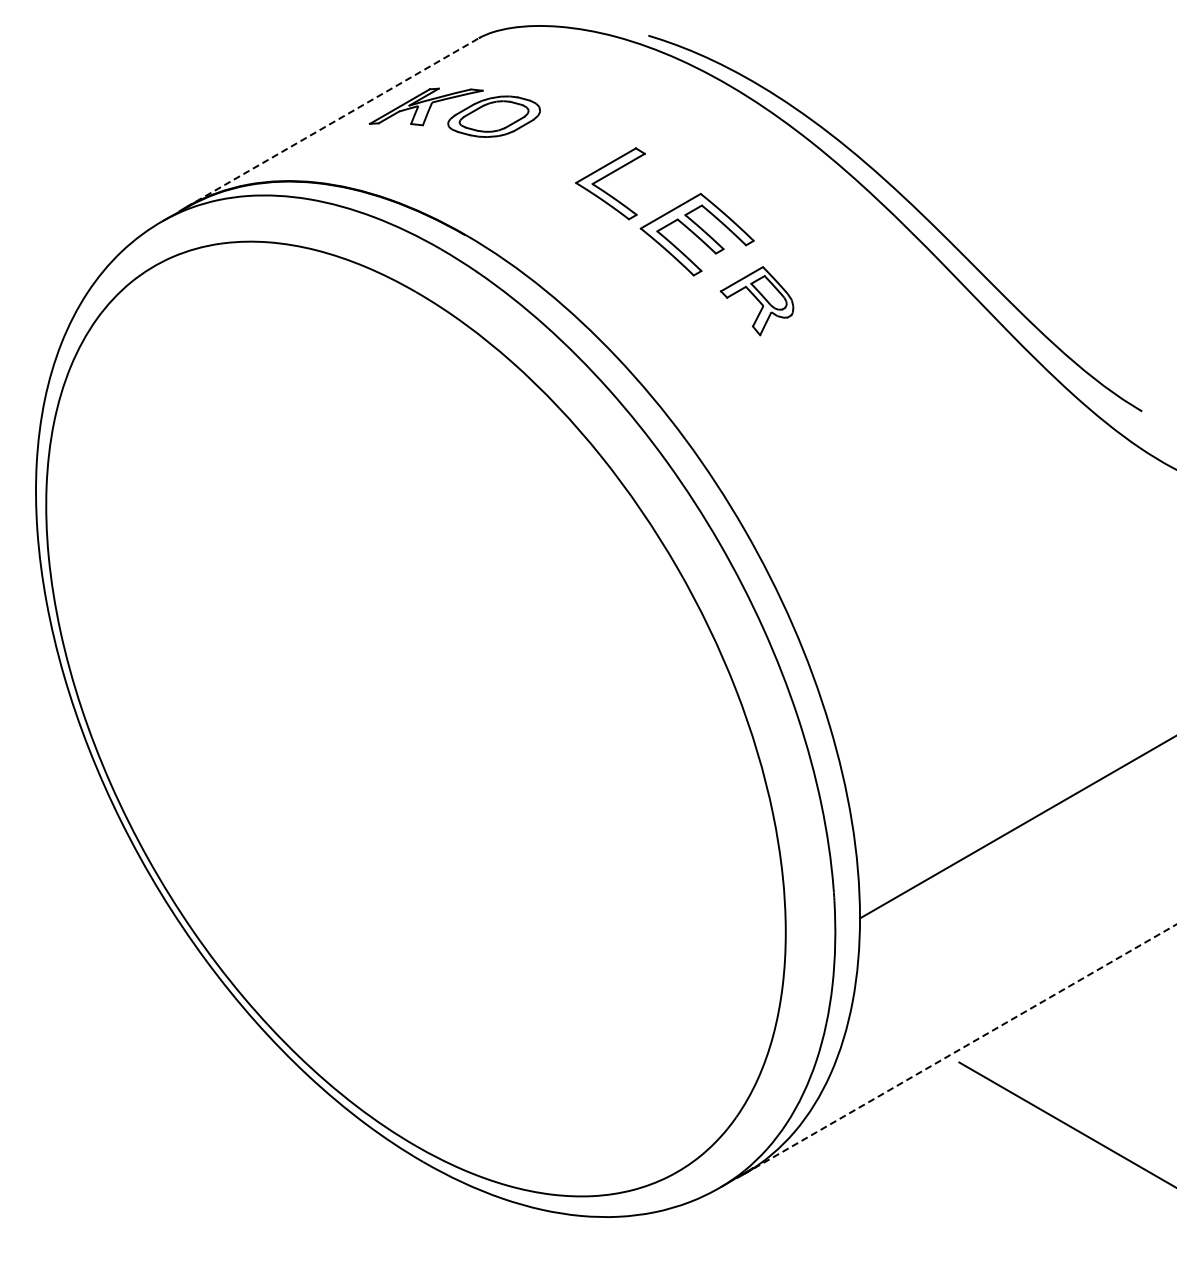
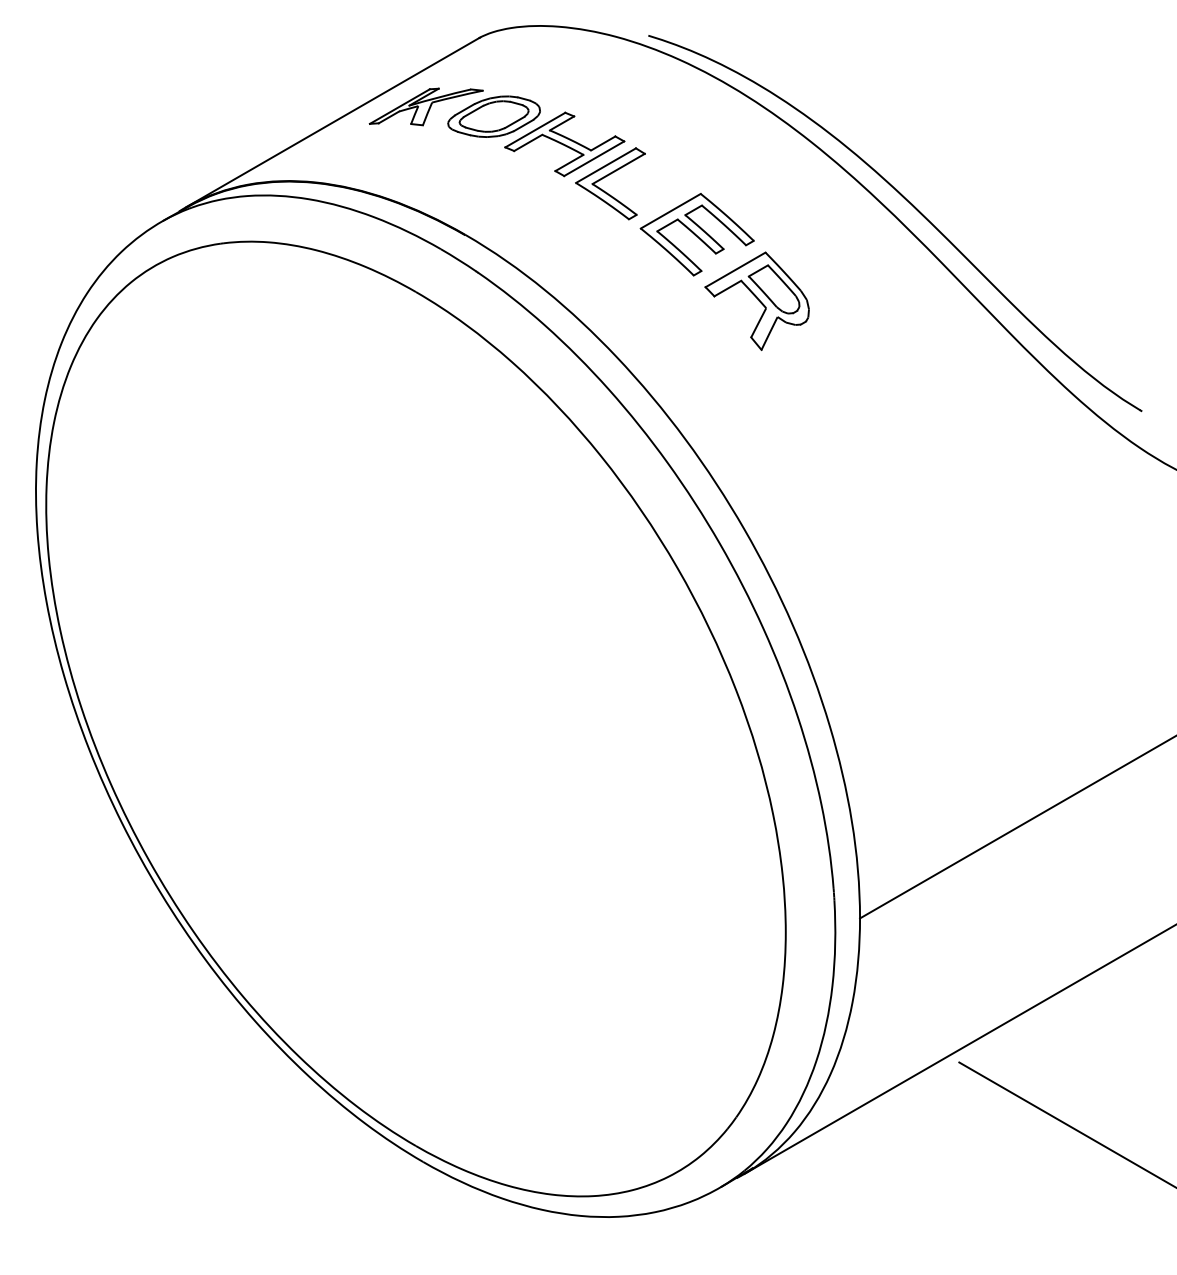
line at (332, 122): dashed -> solid
part at (564, 144): none -> present
part at (756, 301) size: 76x71 px -> 106x100 px
line at (960, 1048): dashed -> solid
